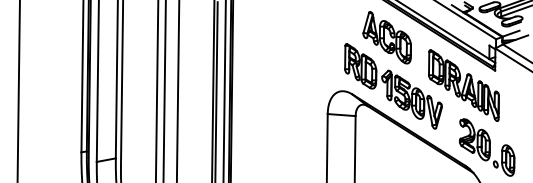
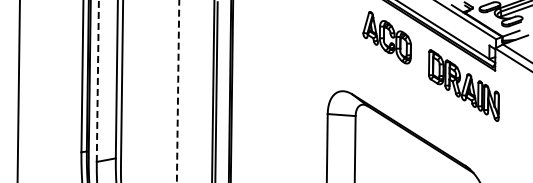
line at (97, 81): solid -> dashed
part at (393, 86): present -> none
line at (156, 90): present -> none
line at (164, 90): present -> none
line at (178, 90): solid -> dashed
line at (224, 90): present -> none
part at (487, 147): present -> none
